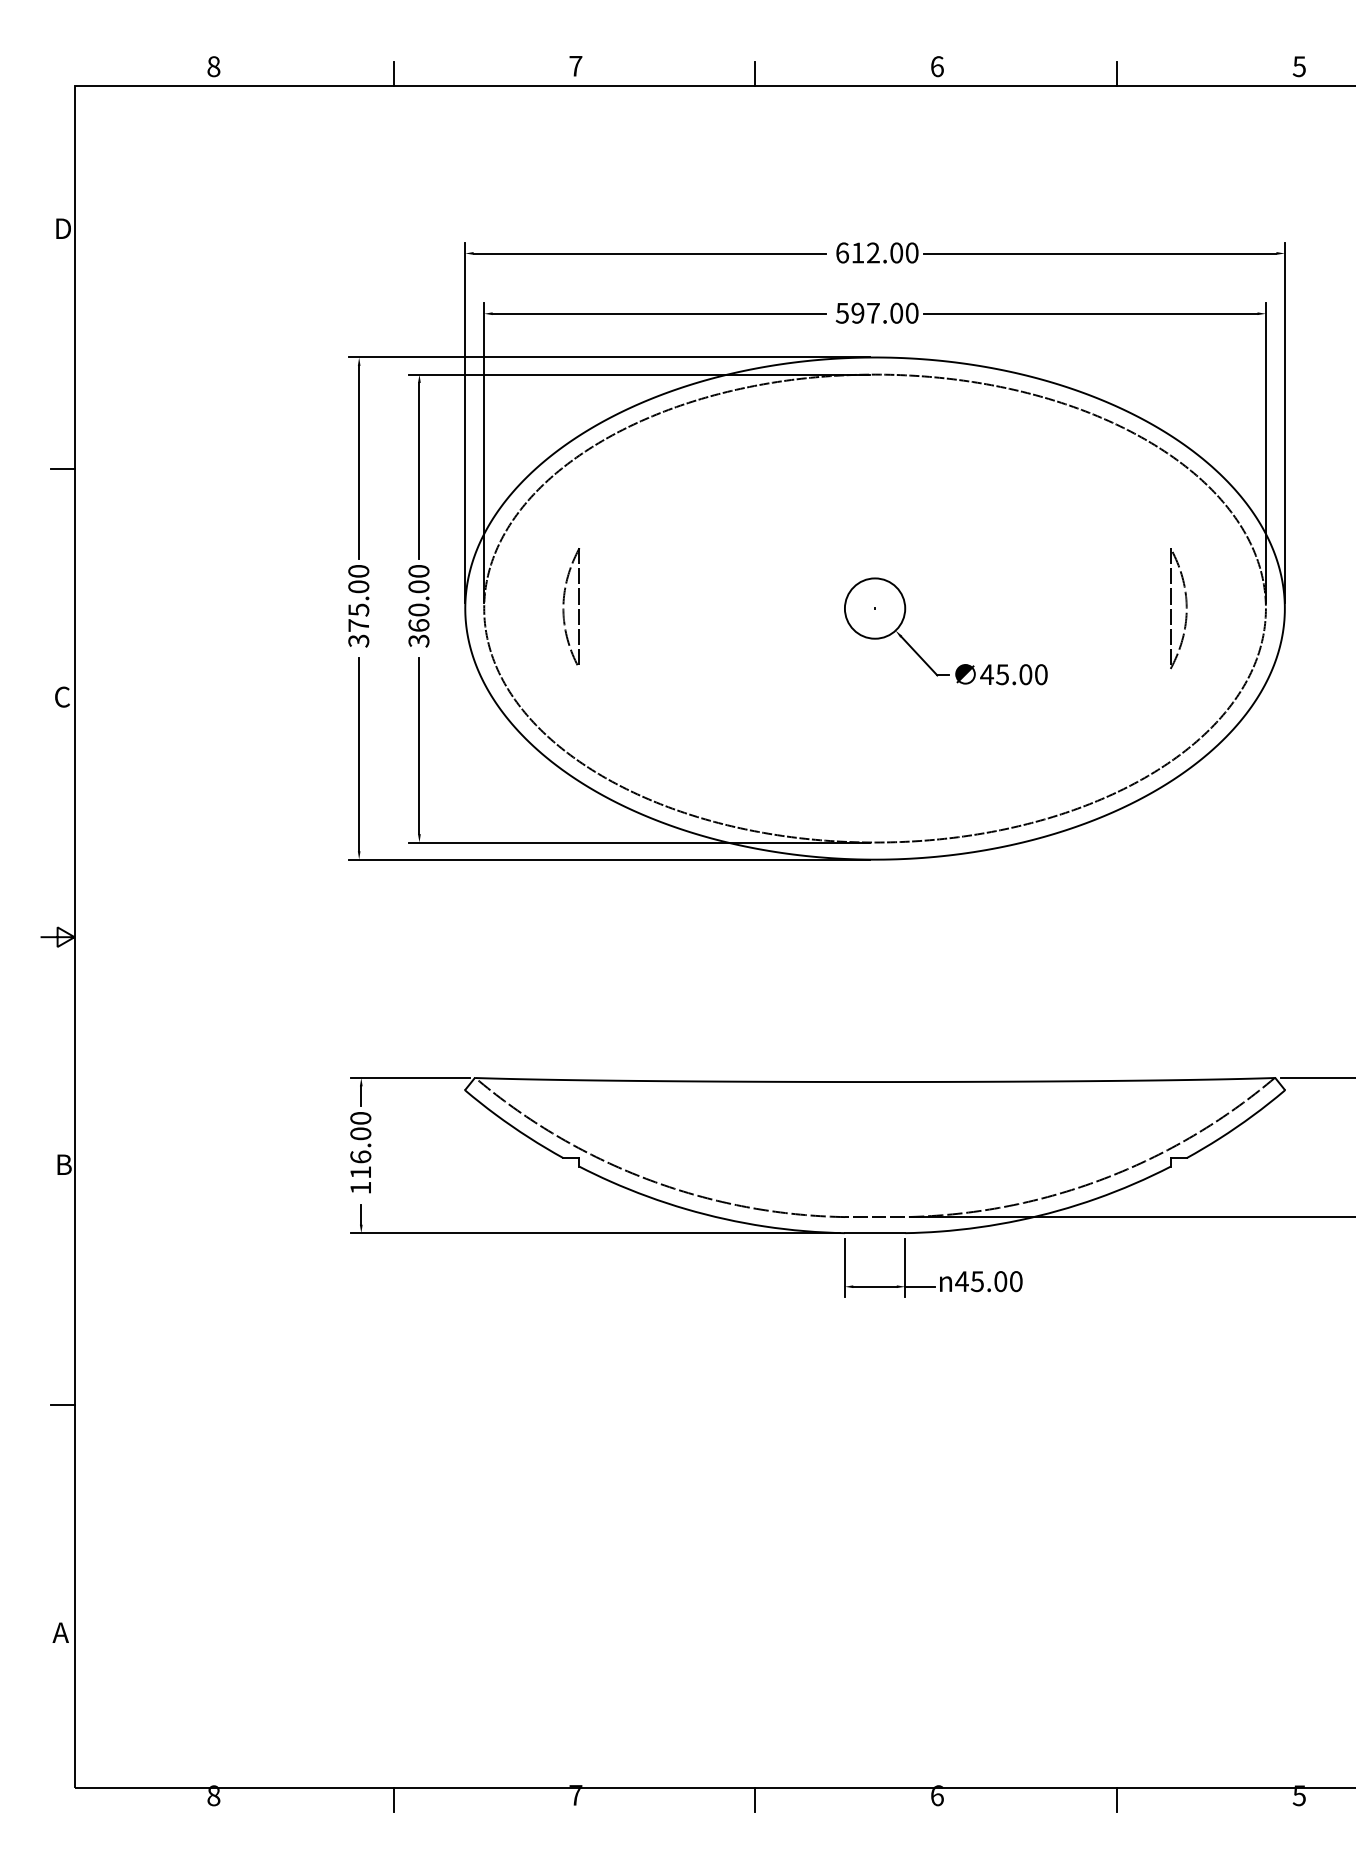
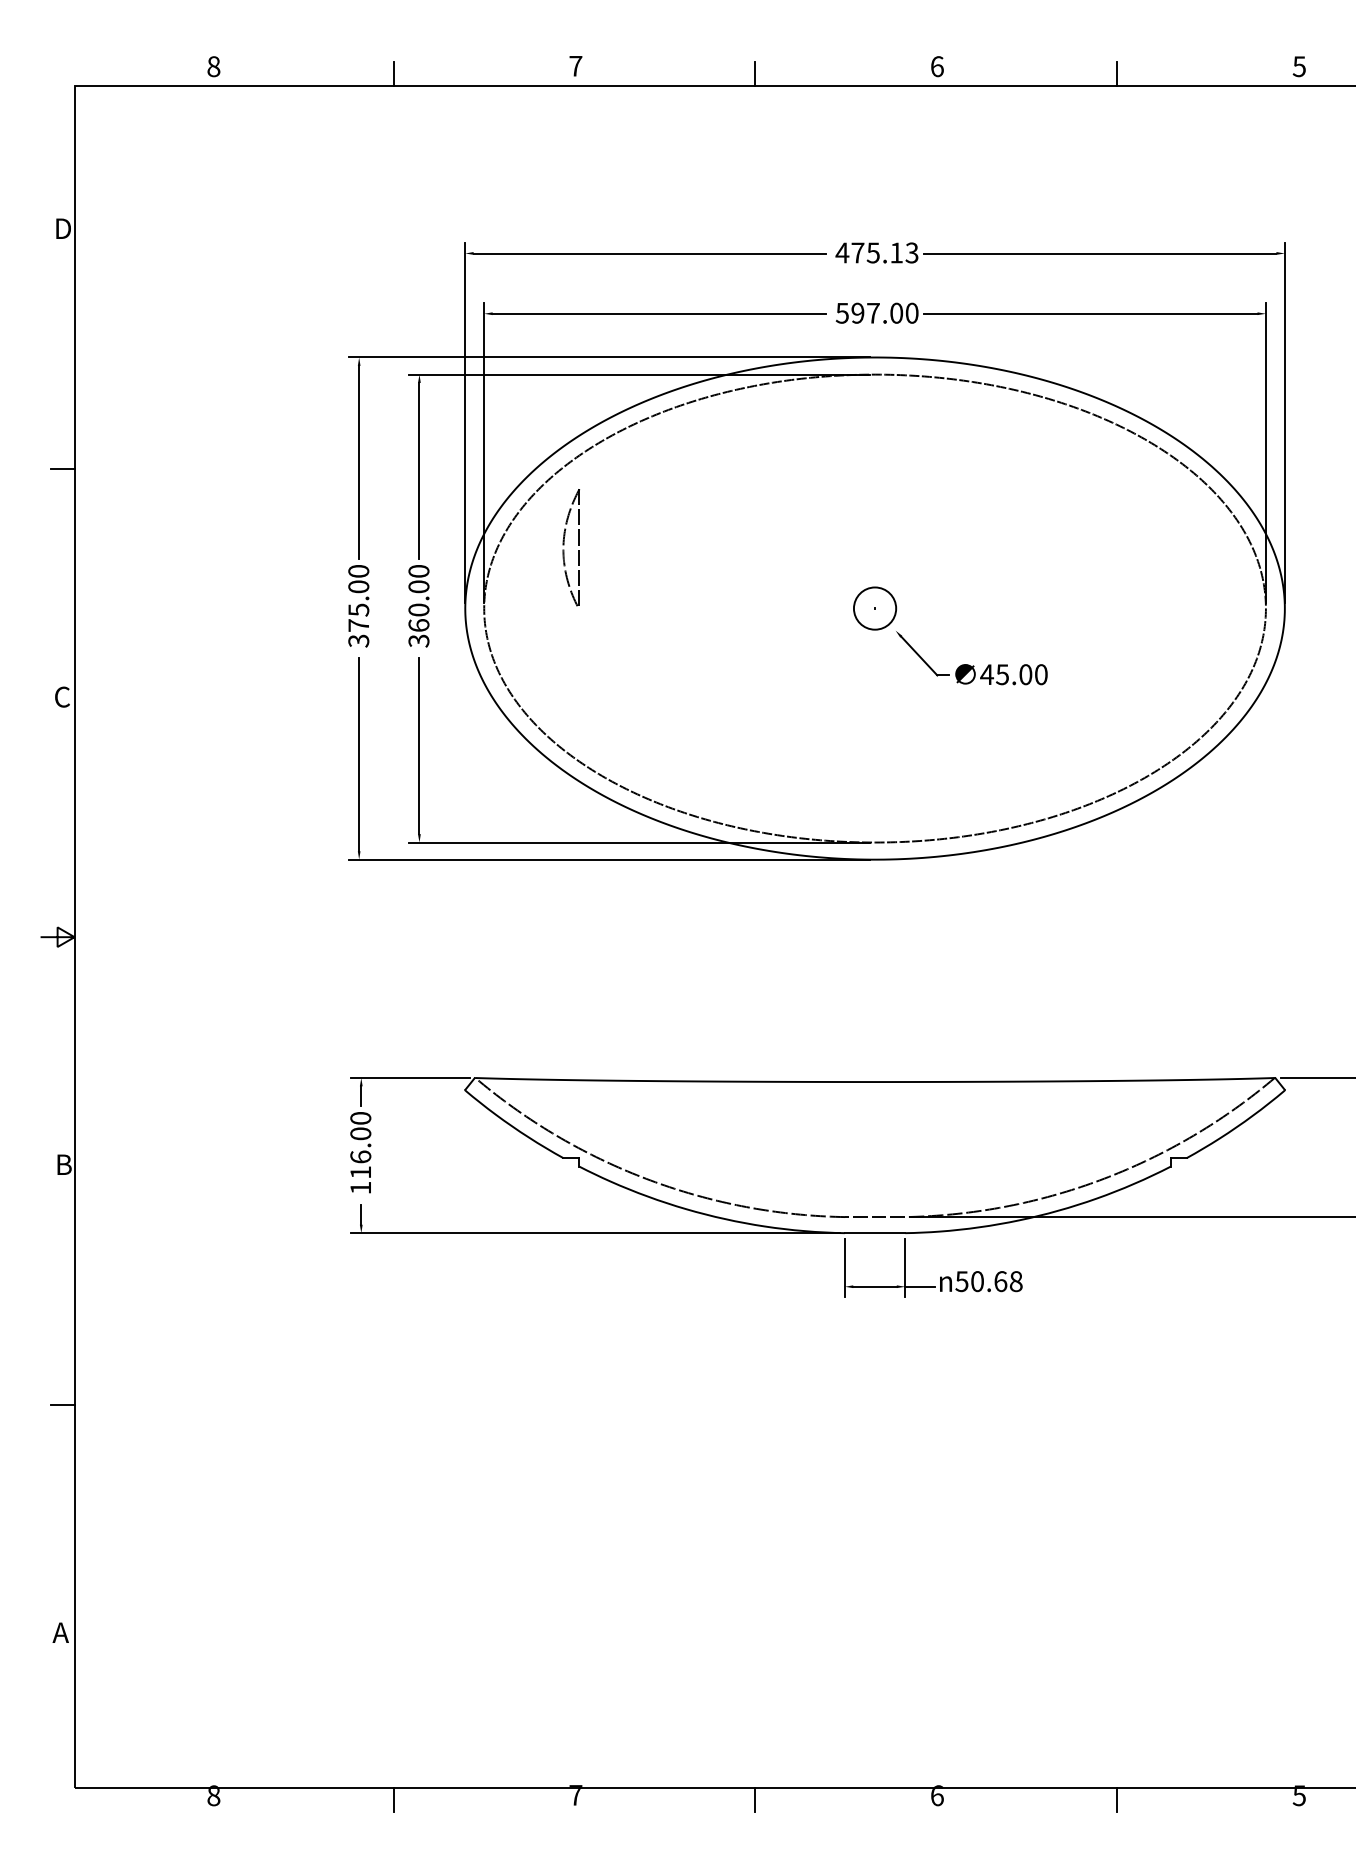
text at (876, 252): 612.00 -> 475.13
part at (564, 604) position: (564, 604) -> (564, 545)
circle at (874, 608) diameter: 60 px -> 42 px
part at (1185, 608): present -> none
text at (988, 1281): 45.00 -> 50.68
